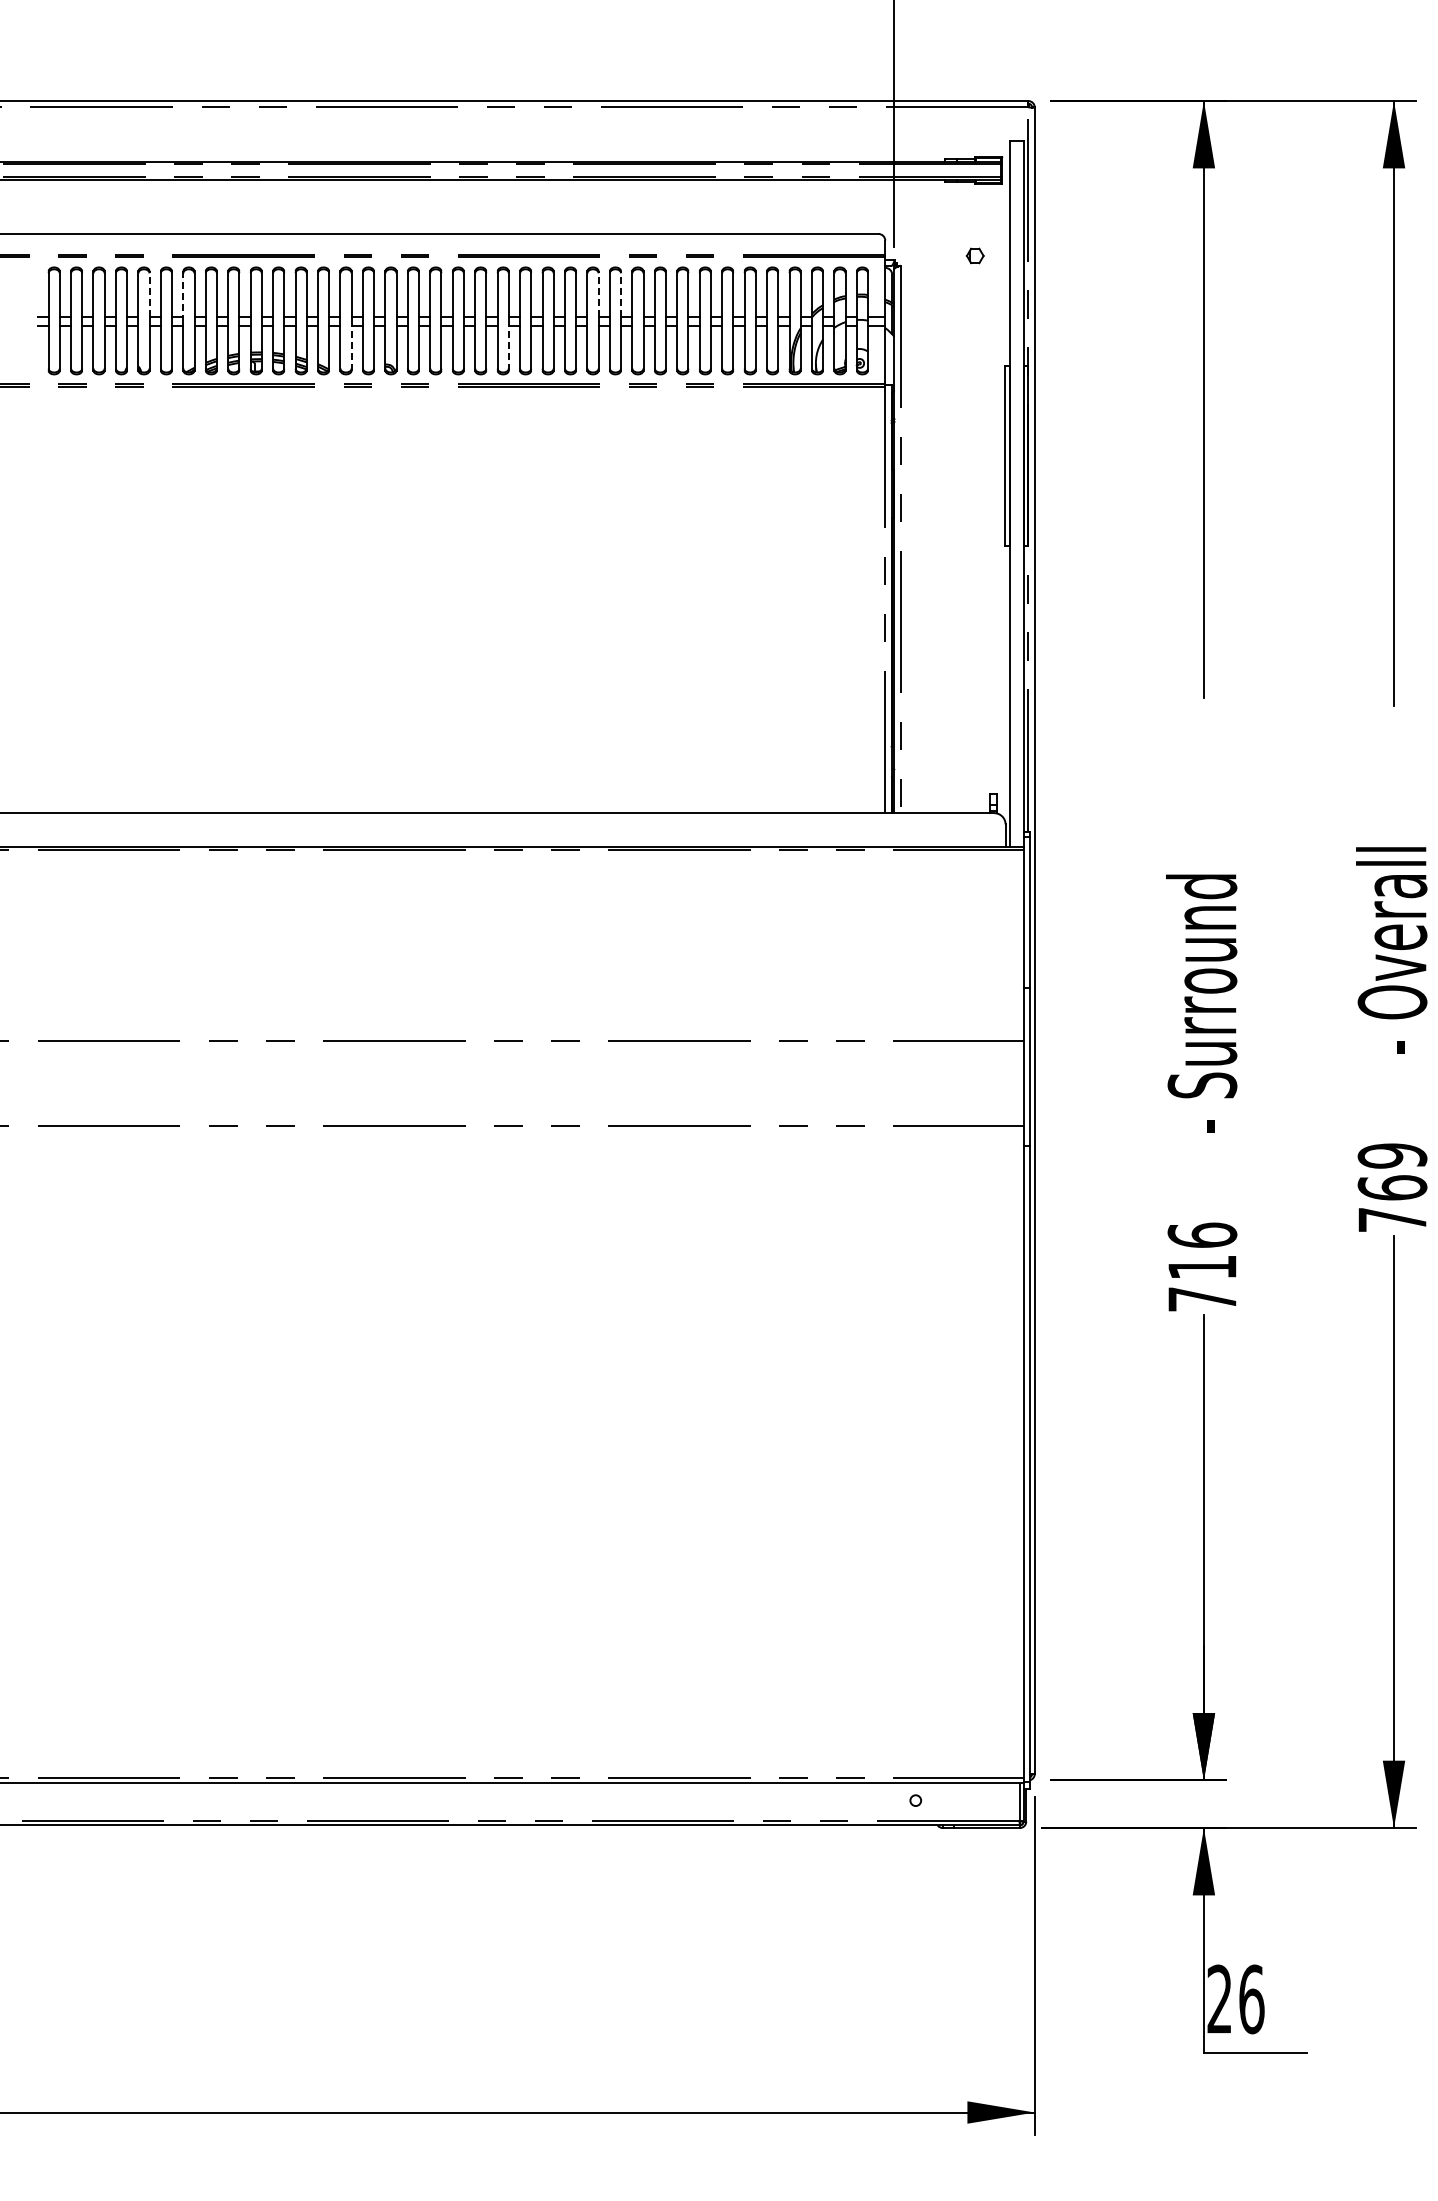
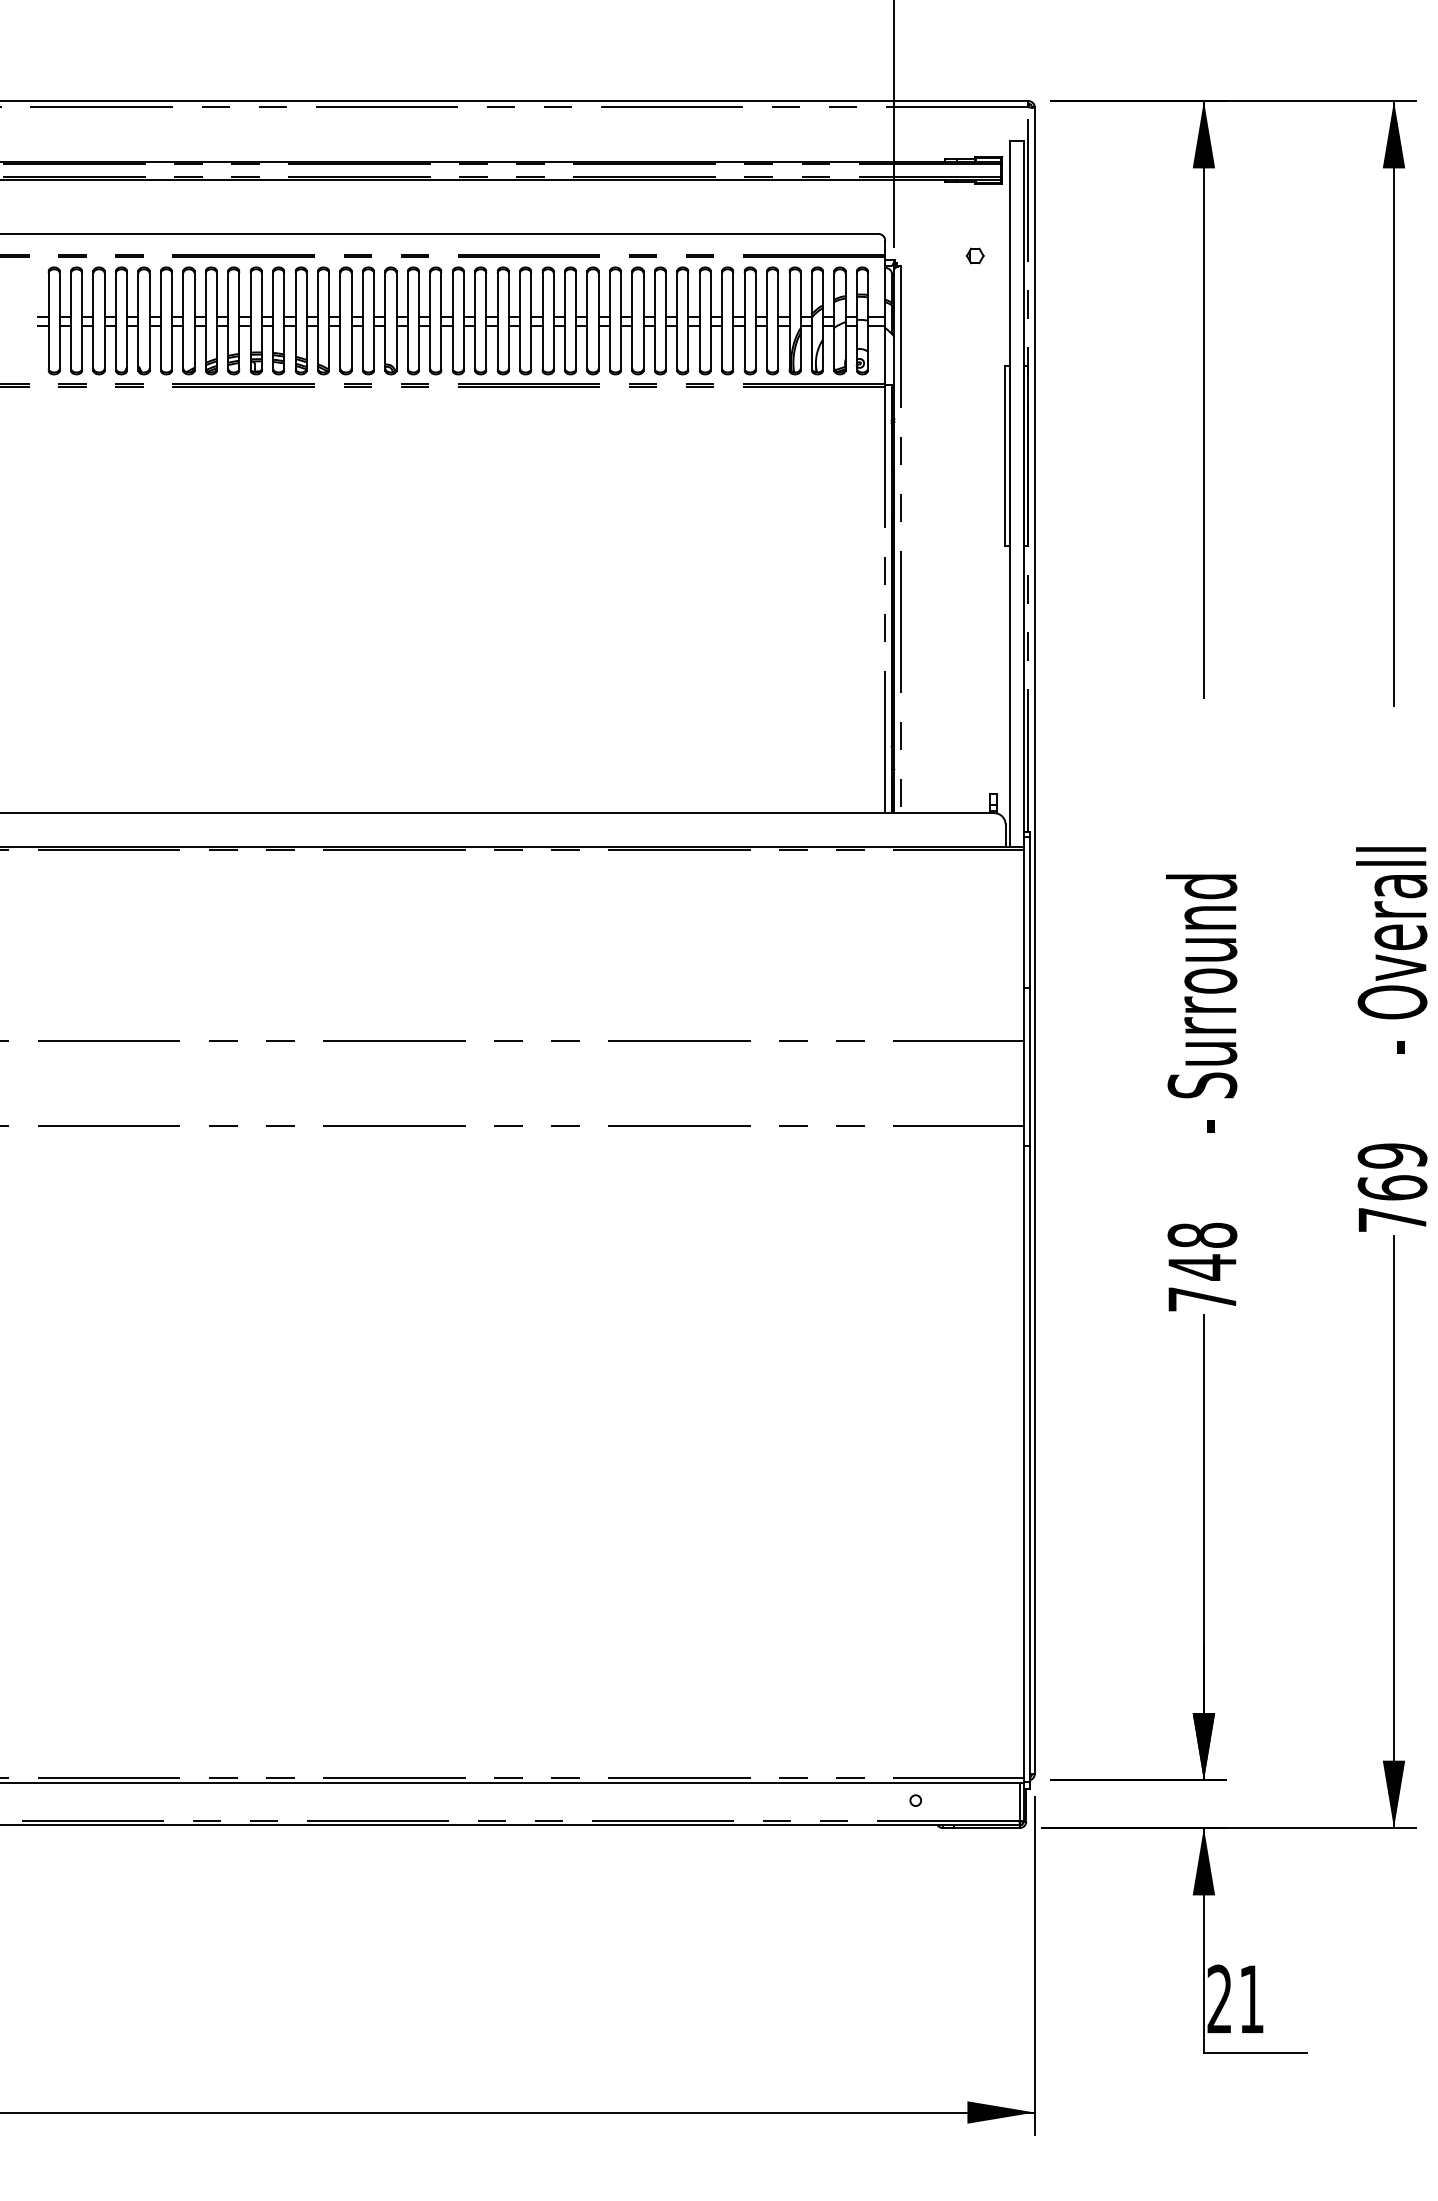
line at (149, 294): dashed -> solid
line at (183, 294): dashed -> solid
line at (598, 294): dashed -> solid
line at (621, 294): dashed -> solid
line at (351, 347): dashed -> solid
line at (508, 347): dashed -> solid
text at (1202, 1251): 716 -> 748
text at (1251, 1999): 26 -> 21
